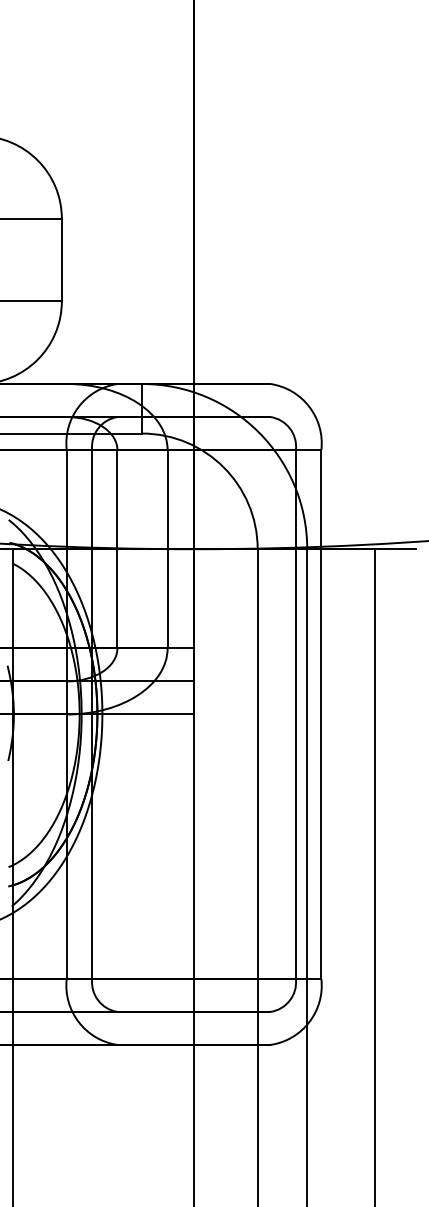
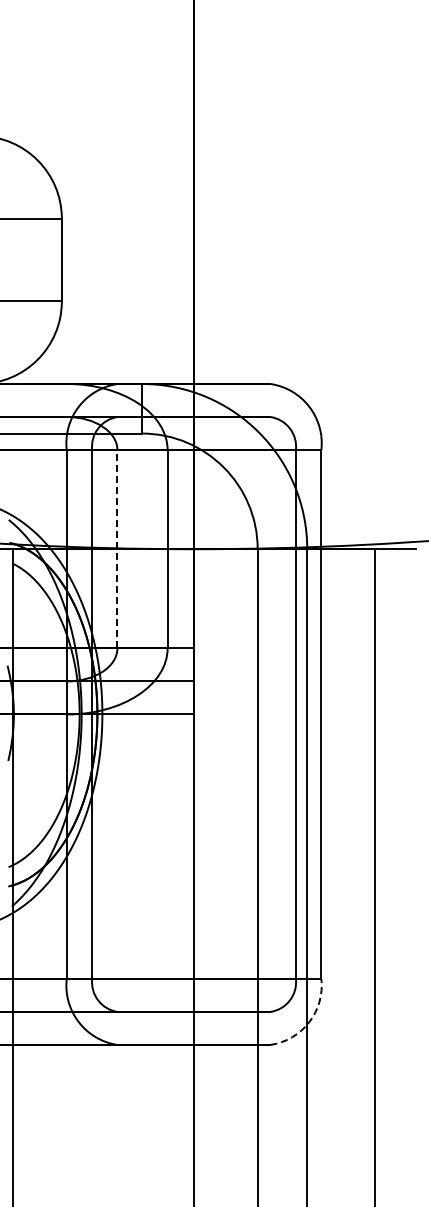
line at (117, 548): solid -> dashed
arc at (309, 1022): solid -> dashed
